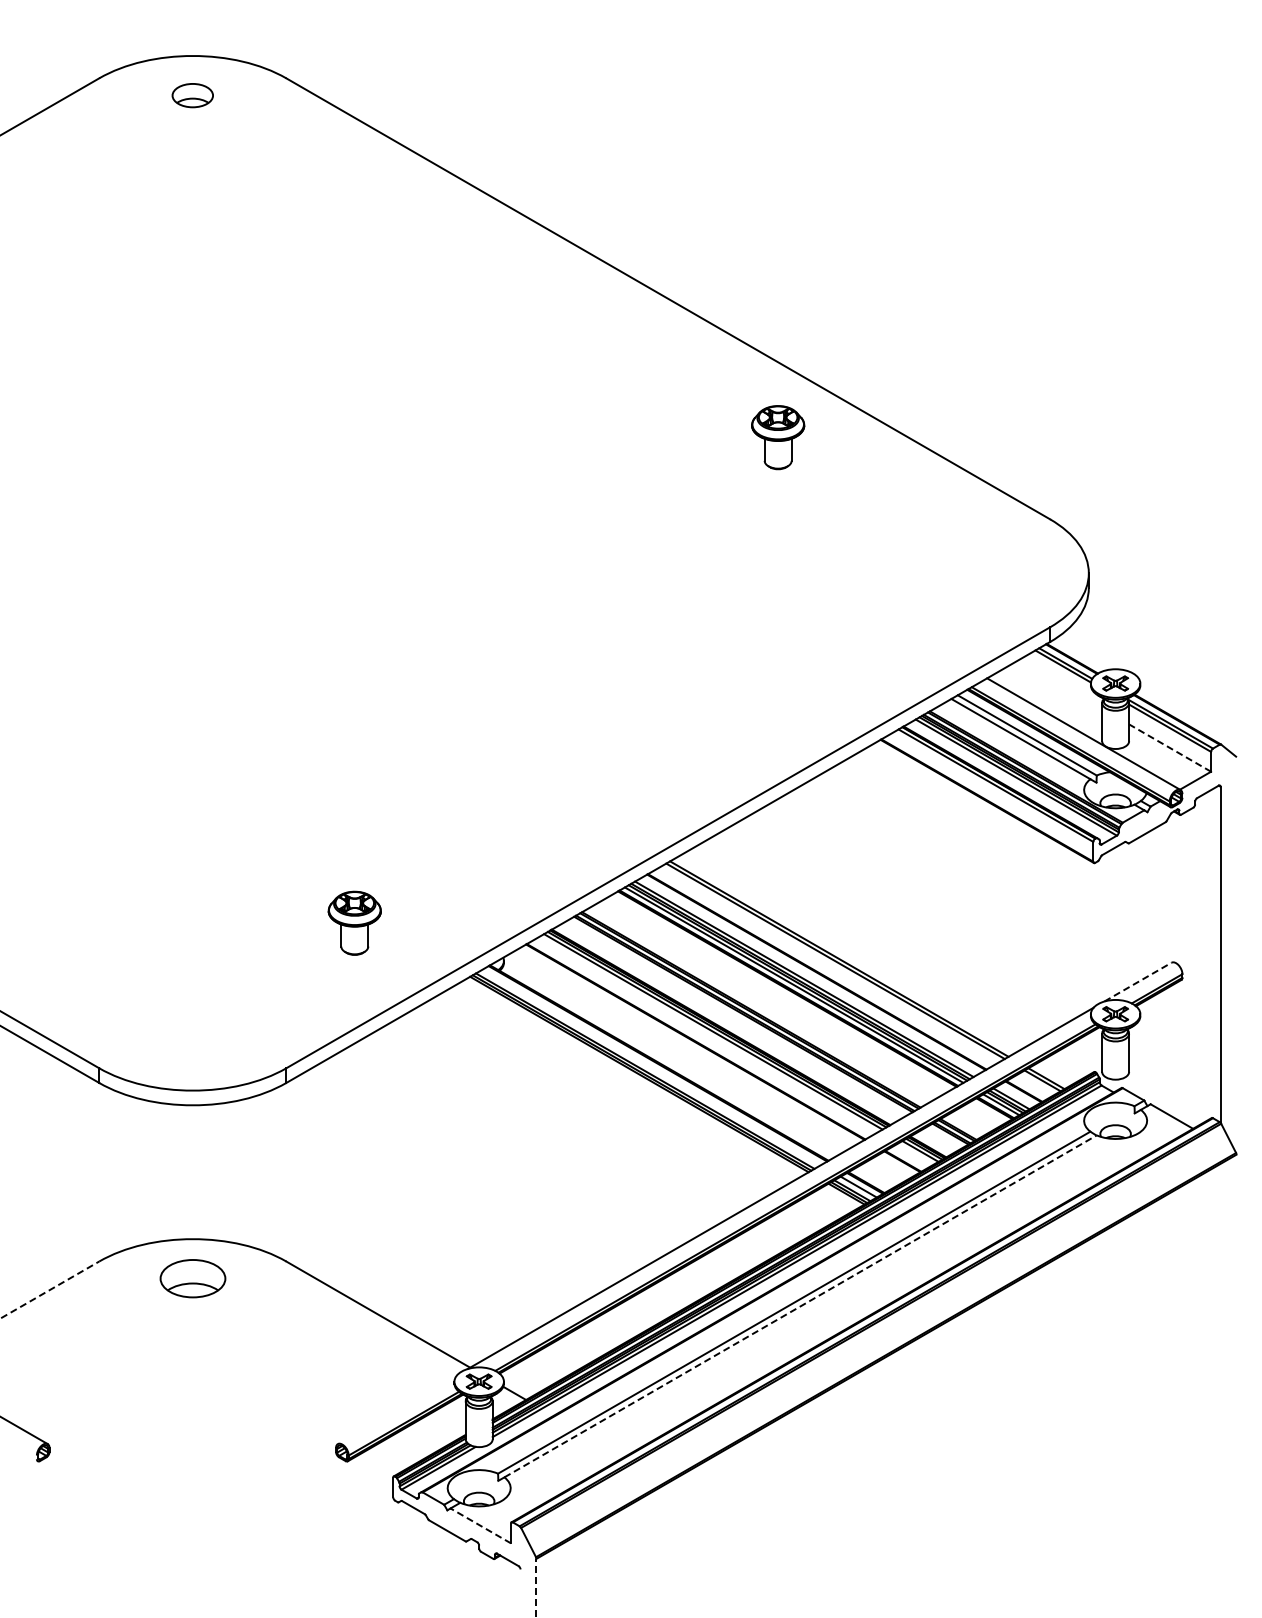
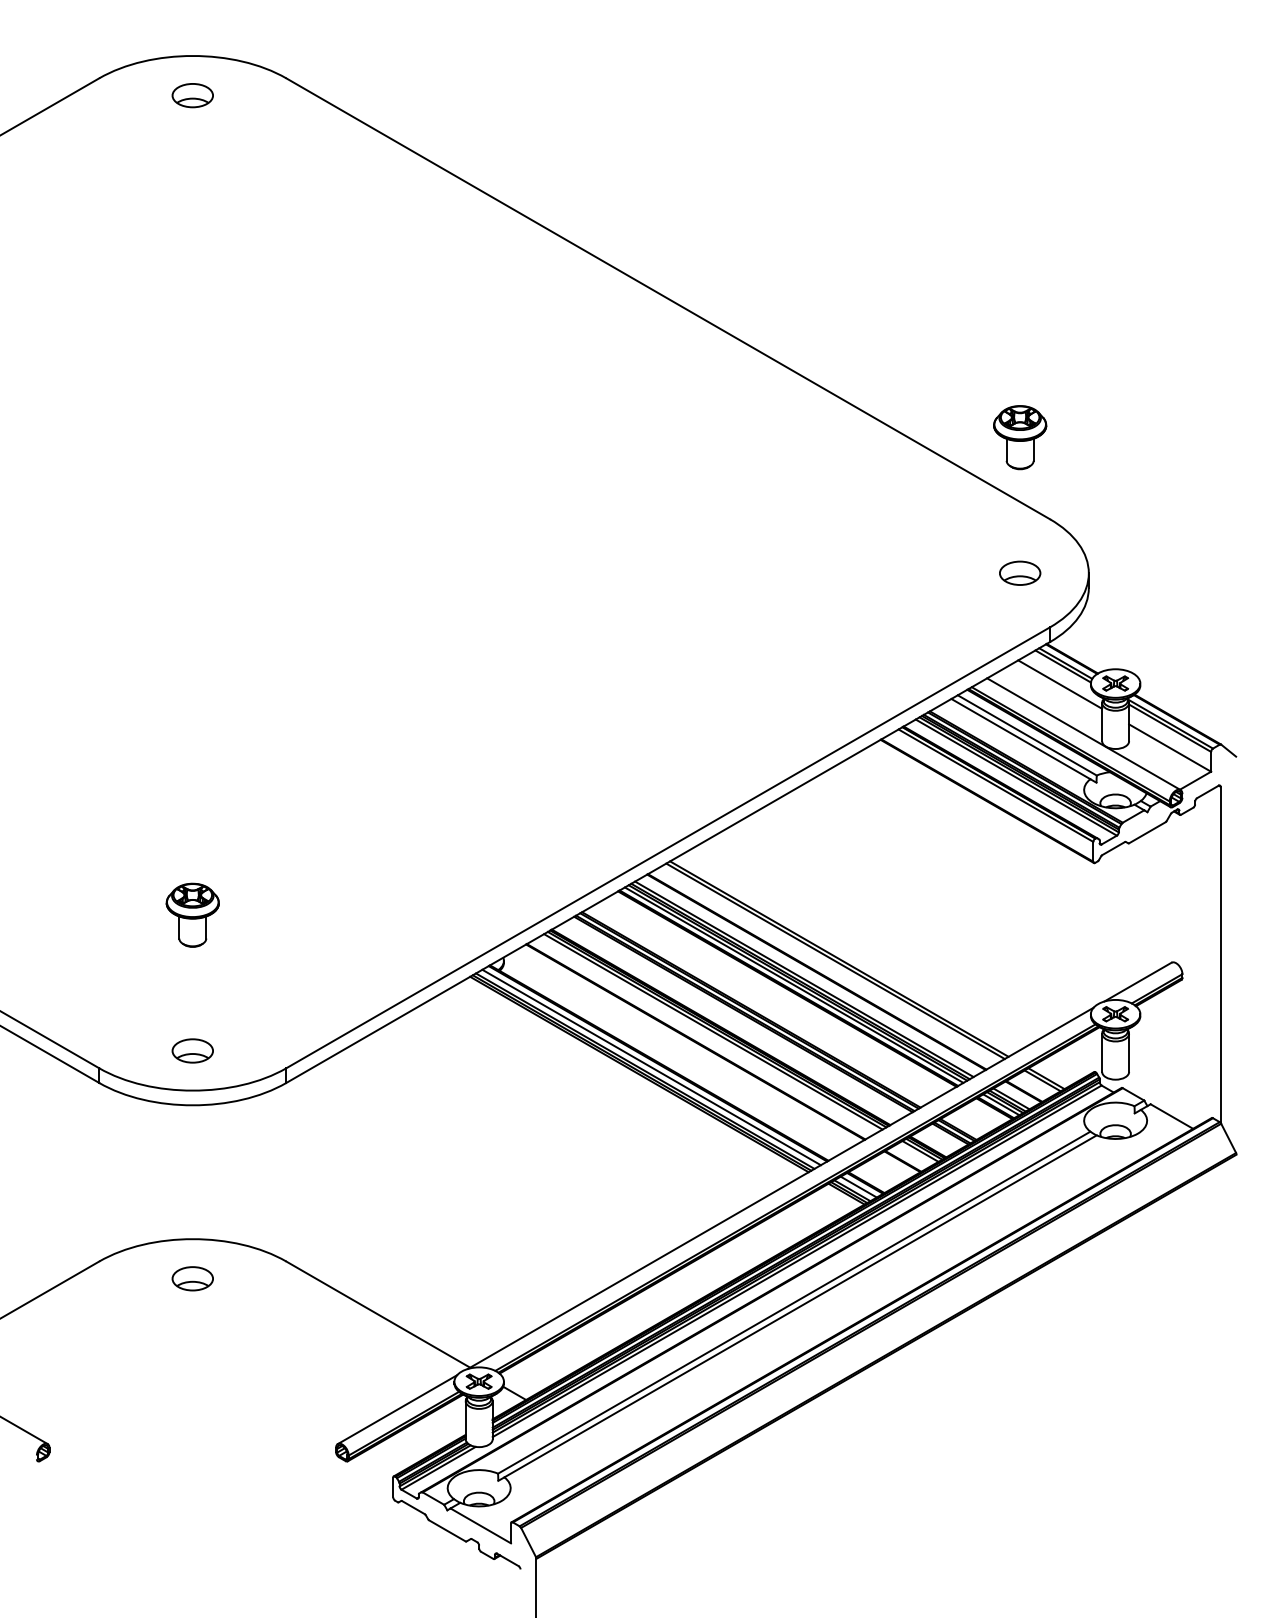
part at (778, 437) position: (778, 437) -> (1020, 437)
part at (1020, 572): none -> present
line at (1060, 684): none -> present
line at (1169, 747): dashed -> solid
part at (354, 922) position: (354, 922) -> (192, 914)
line at (1138, 982): dashed -> solid
part at (192, 1050): none -> present
line at (651, 1067): none -> present
part at (192, 1278) size: 68x40 px -> 43x26 px
line at (50, 1289): dashed -> solid
line at (800, 1306): dashed -> solid
line at (397, 1409): none -> present
line at (480, 1525): dashed -> solid
line at (536, 1587): dashed -> solid
